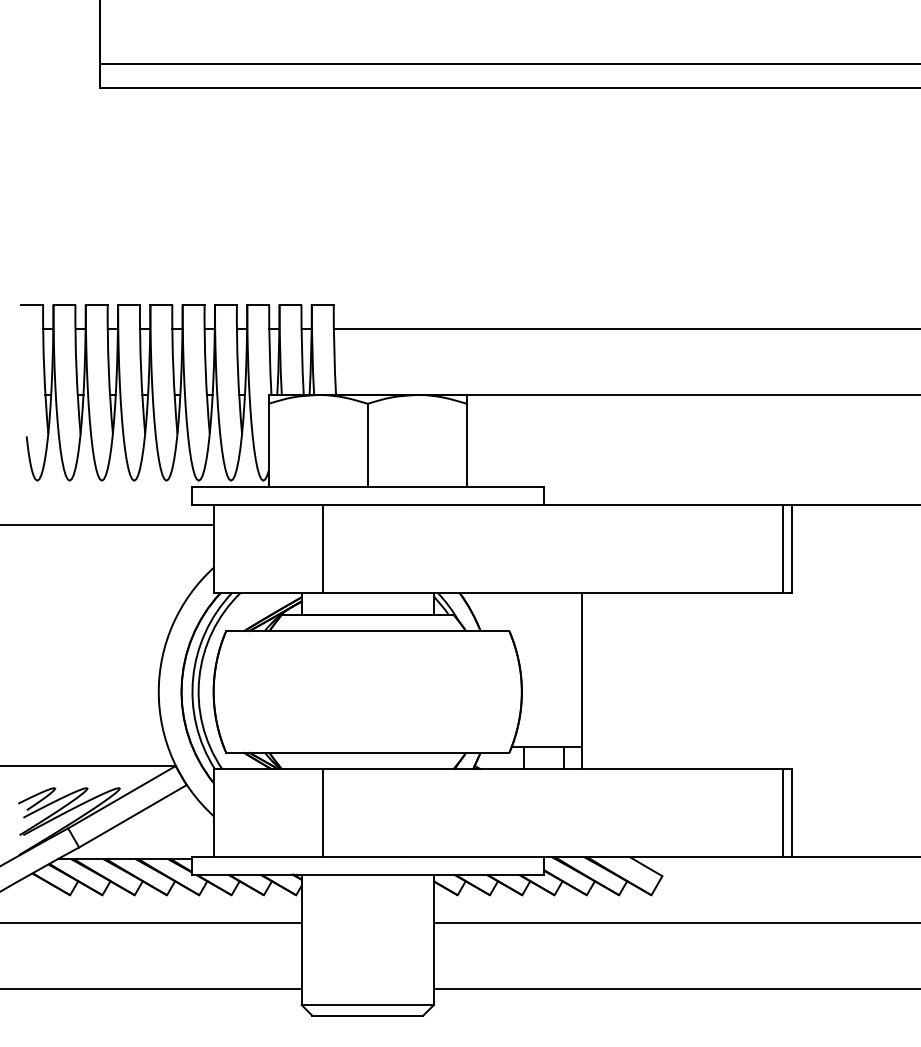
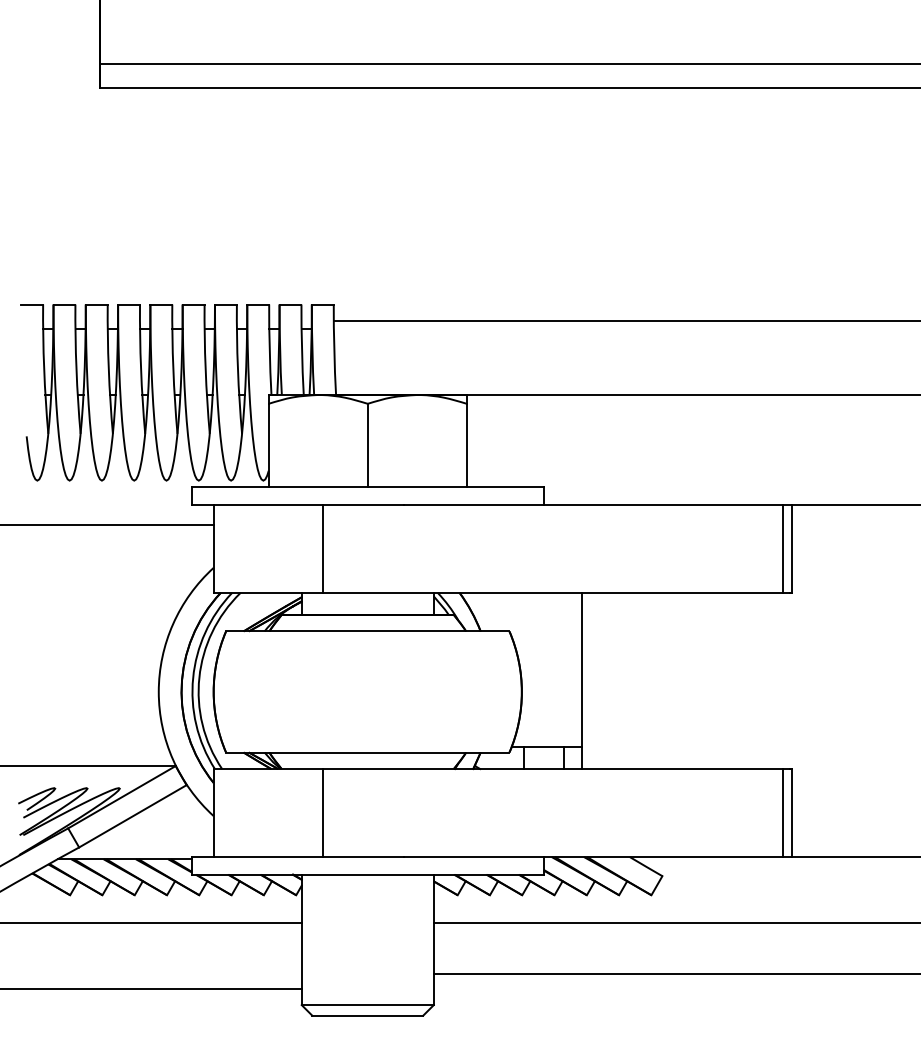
line at (625, 328) position: (625, 328) -> (625, 320)
line at (675, 989) position: (675, 989) -> (675, 974)
